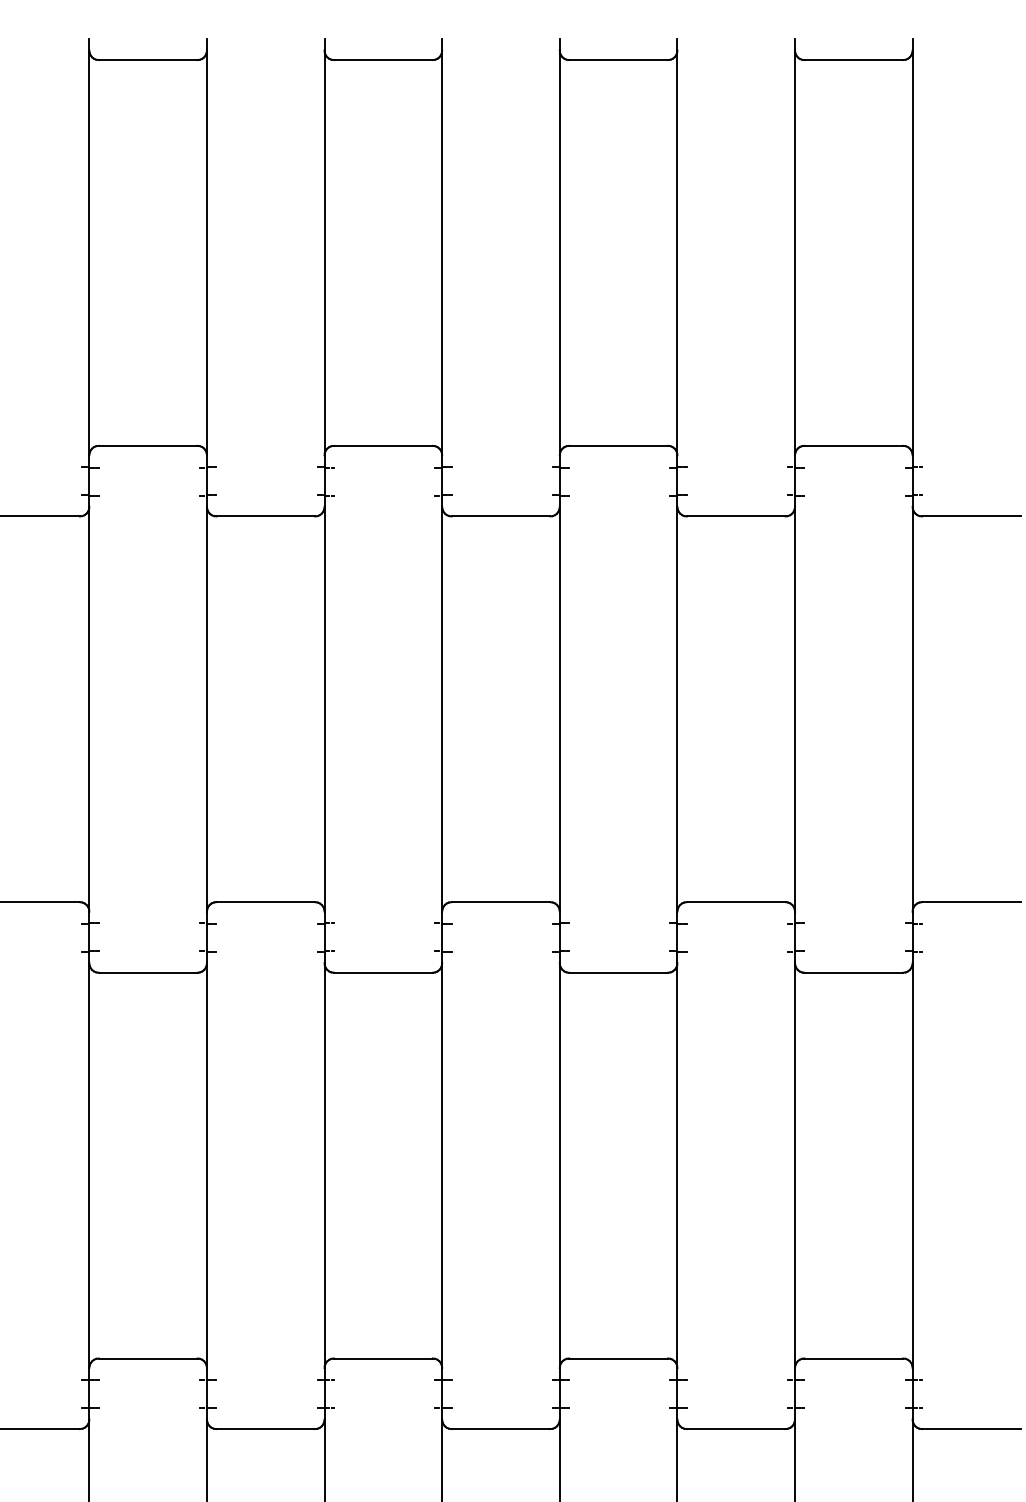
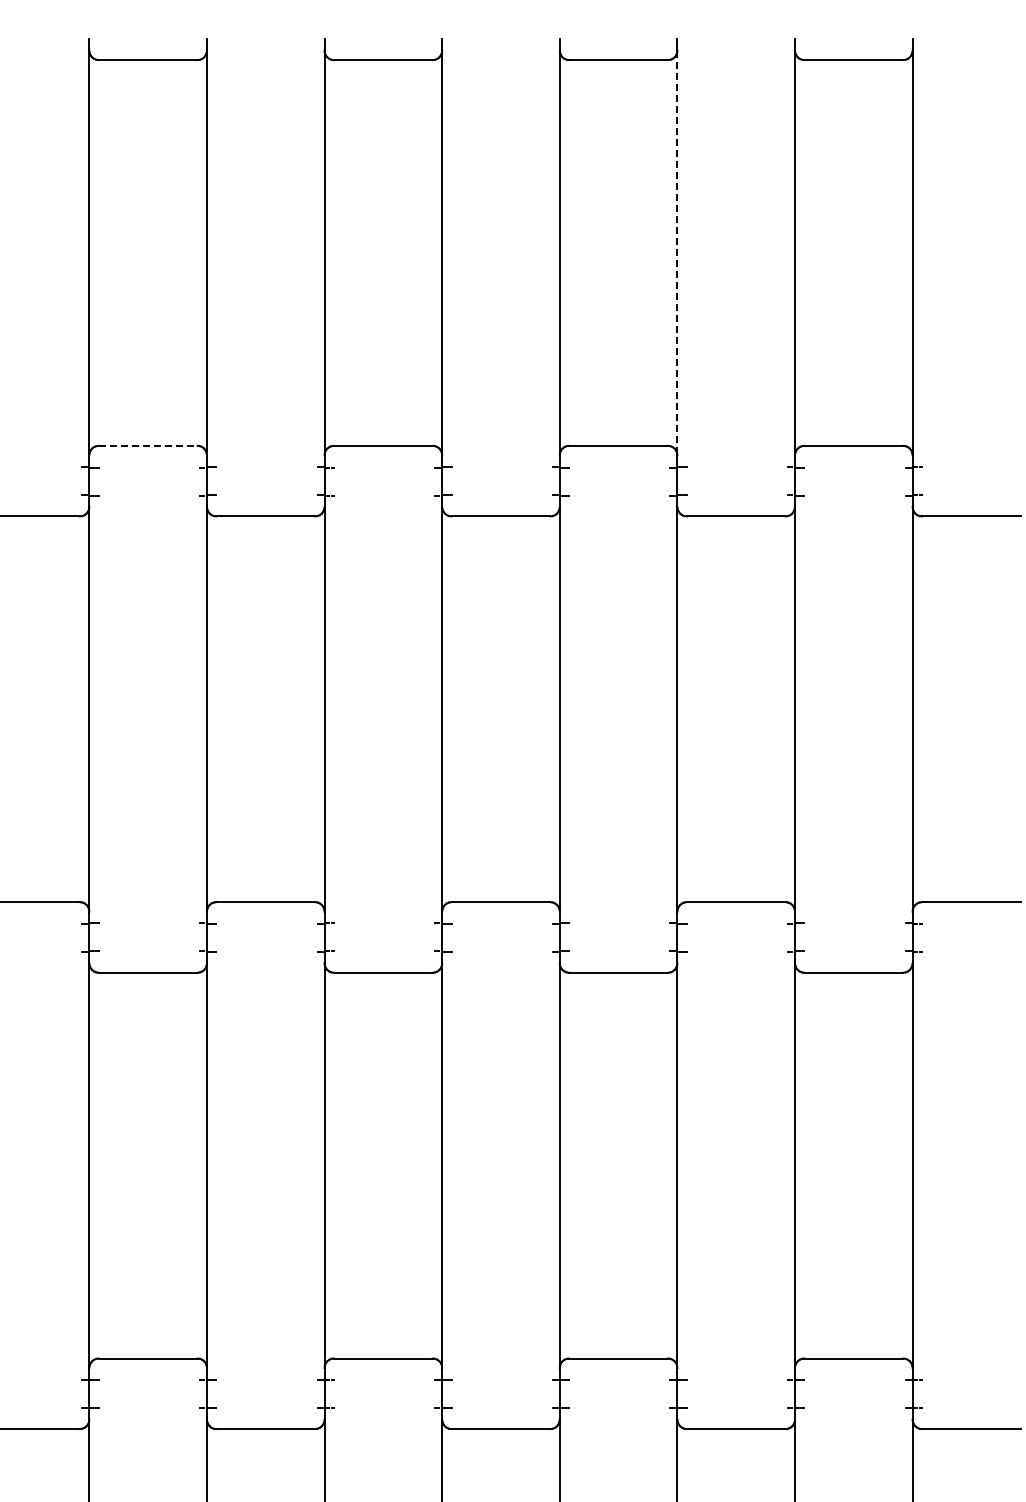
line at (677, 253): solid -> dashed
line at (148, 445): solid -> dashed
